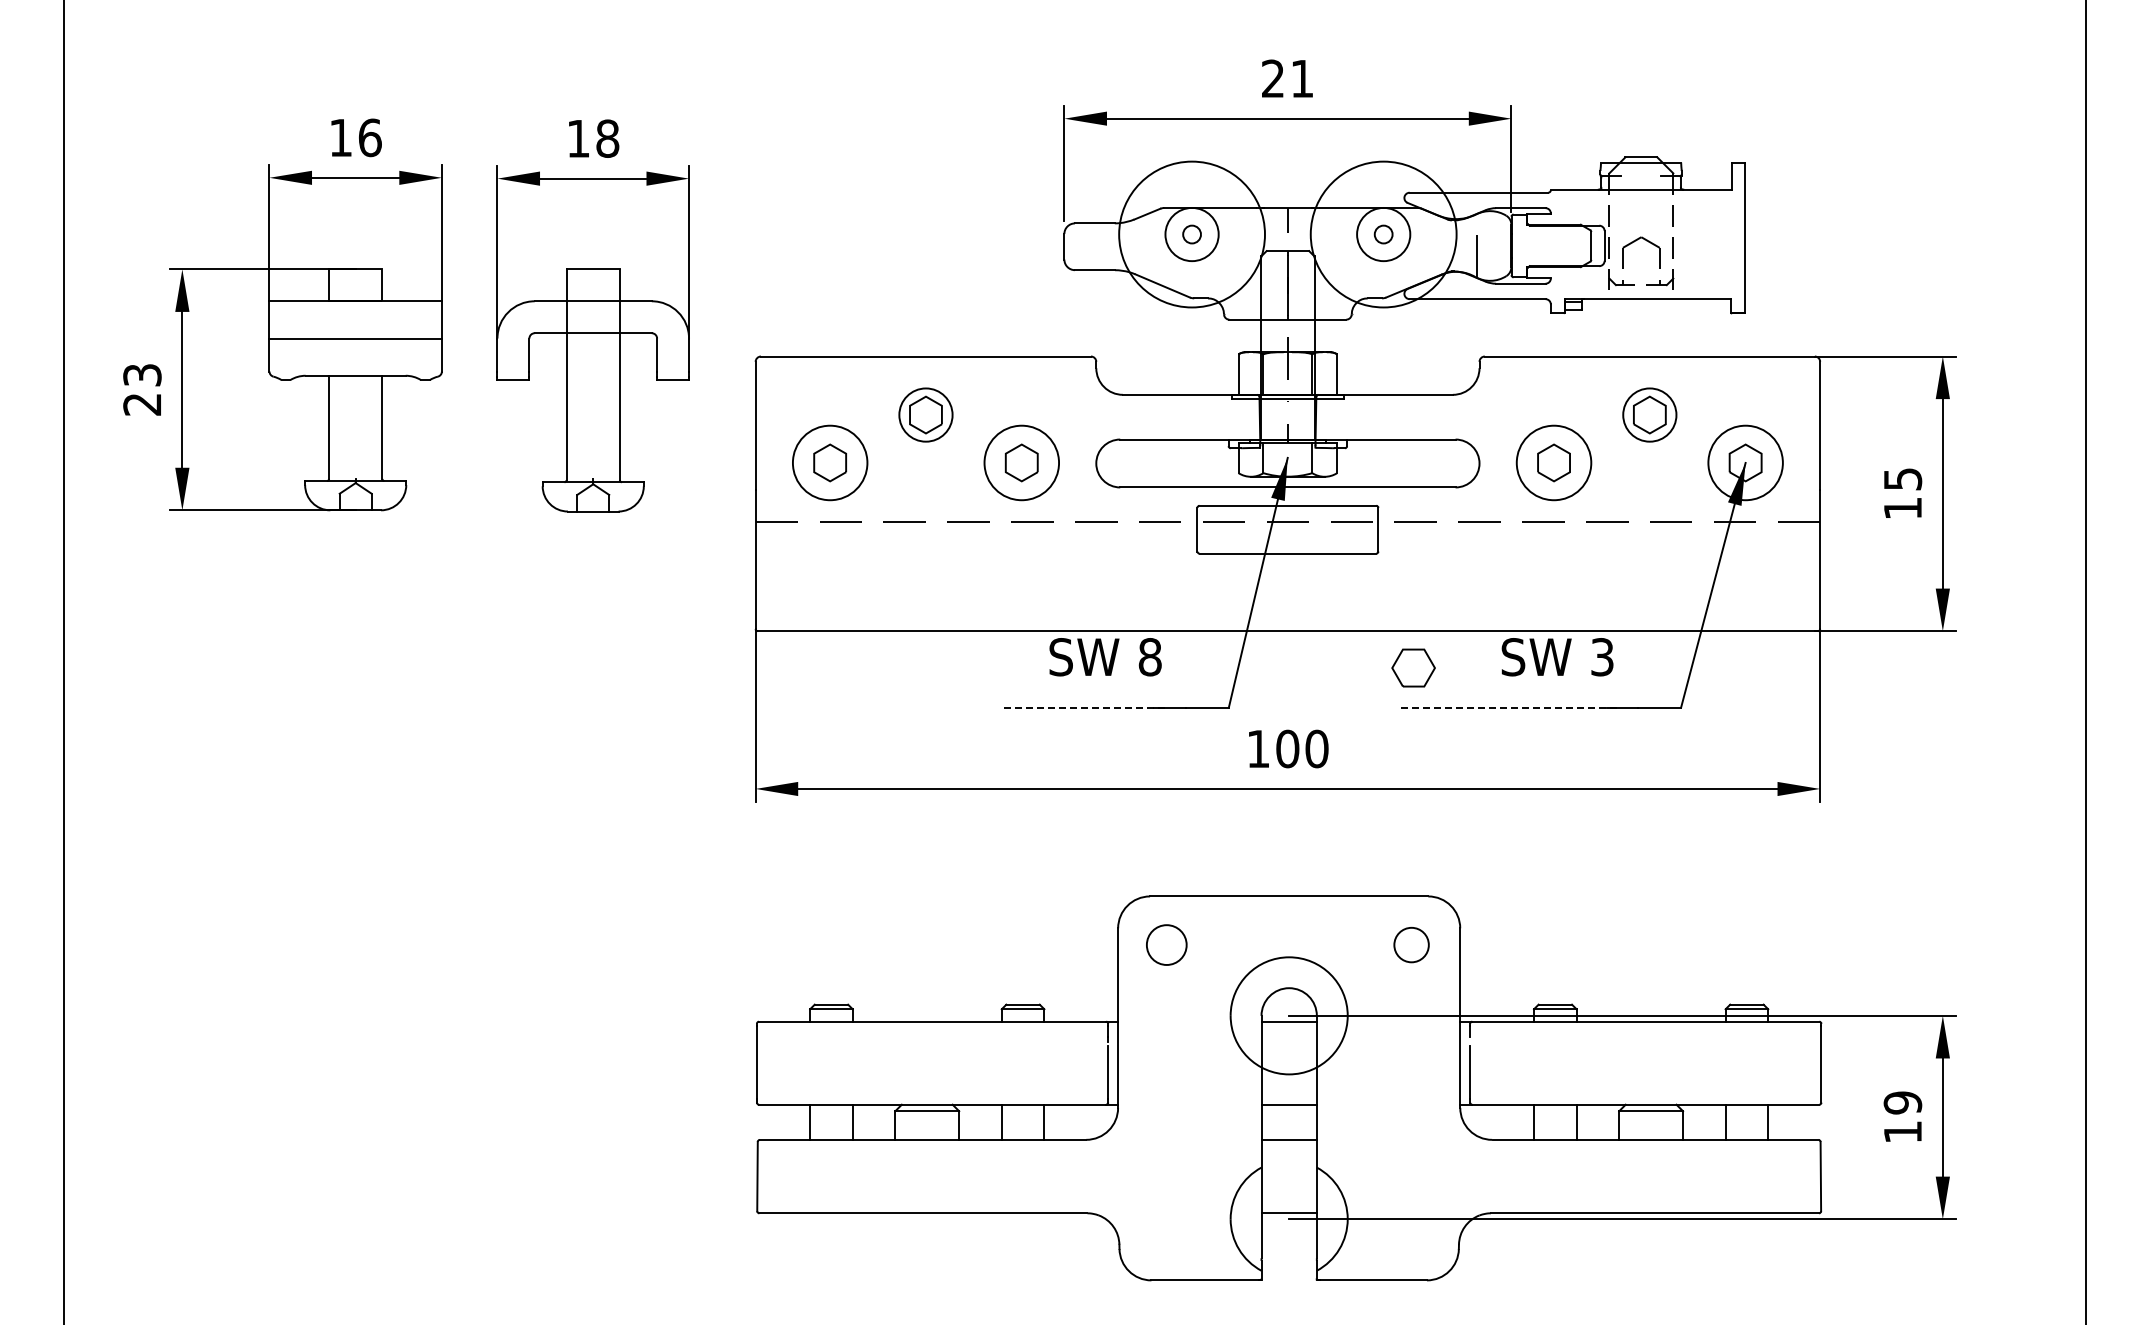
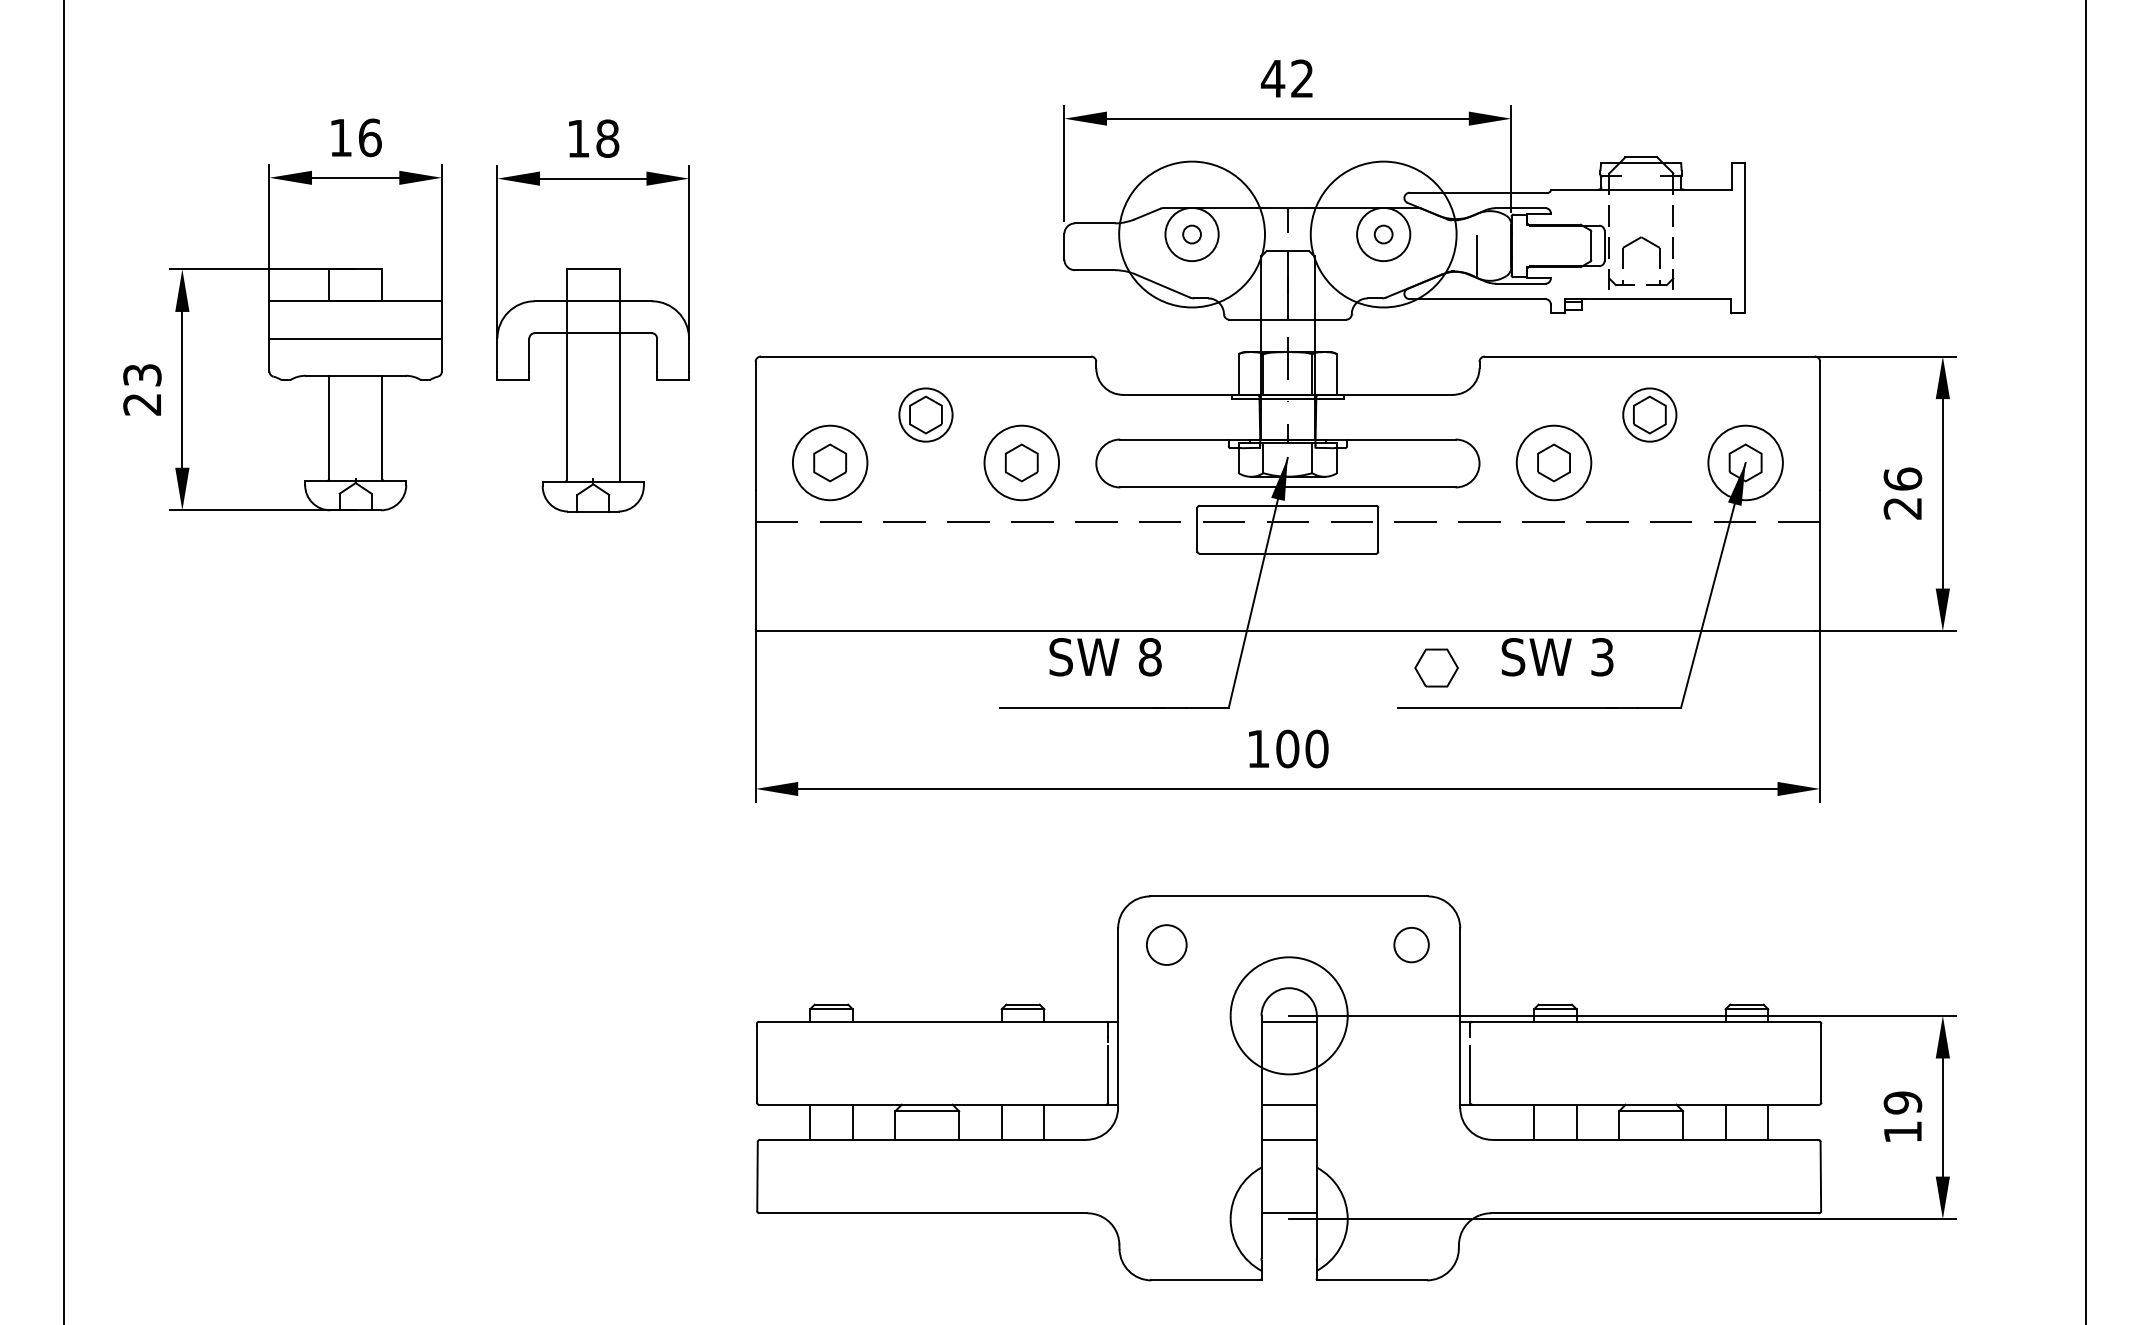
text at (1286, 78): 21 -> 42
text at (1902, 493): 15 -> 26
part at (1413, 667) position: (1413, 667) -> (1436, 667)
line at (1082, 707): dashed -> solid
line at (1507, 707): dashed -> solid
